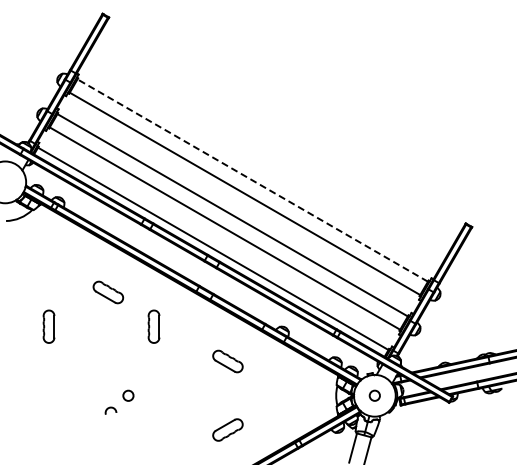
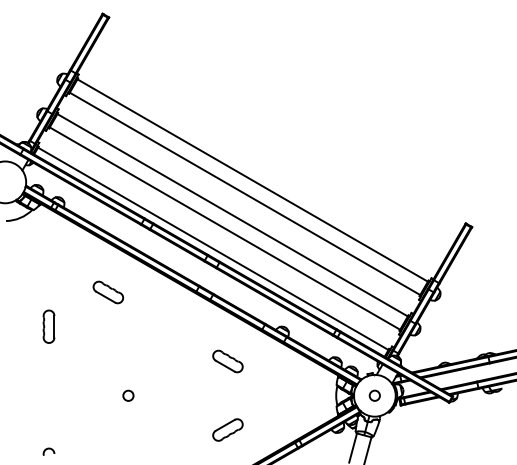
line at (252, 180): dashed -> solid
part at (153, 326): present -> none
arc at (110, 408) position: (110, 408) -> (48, 449)
